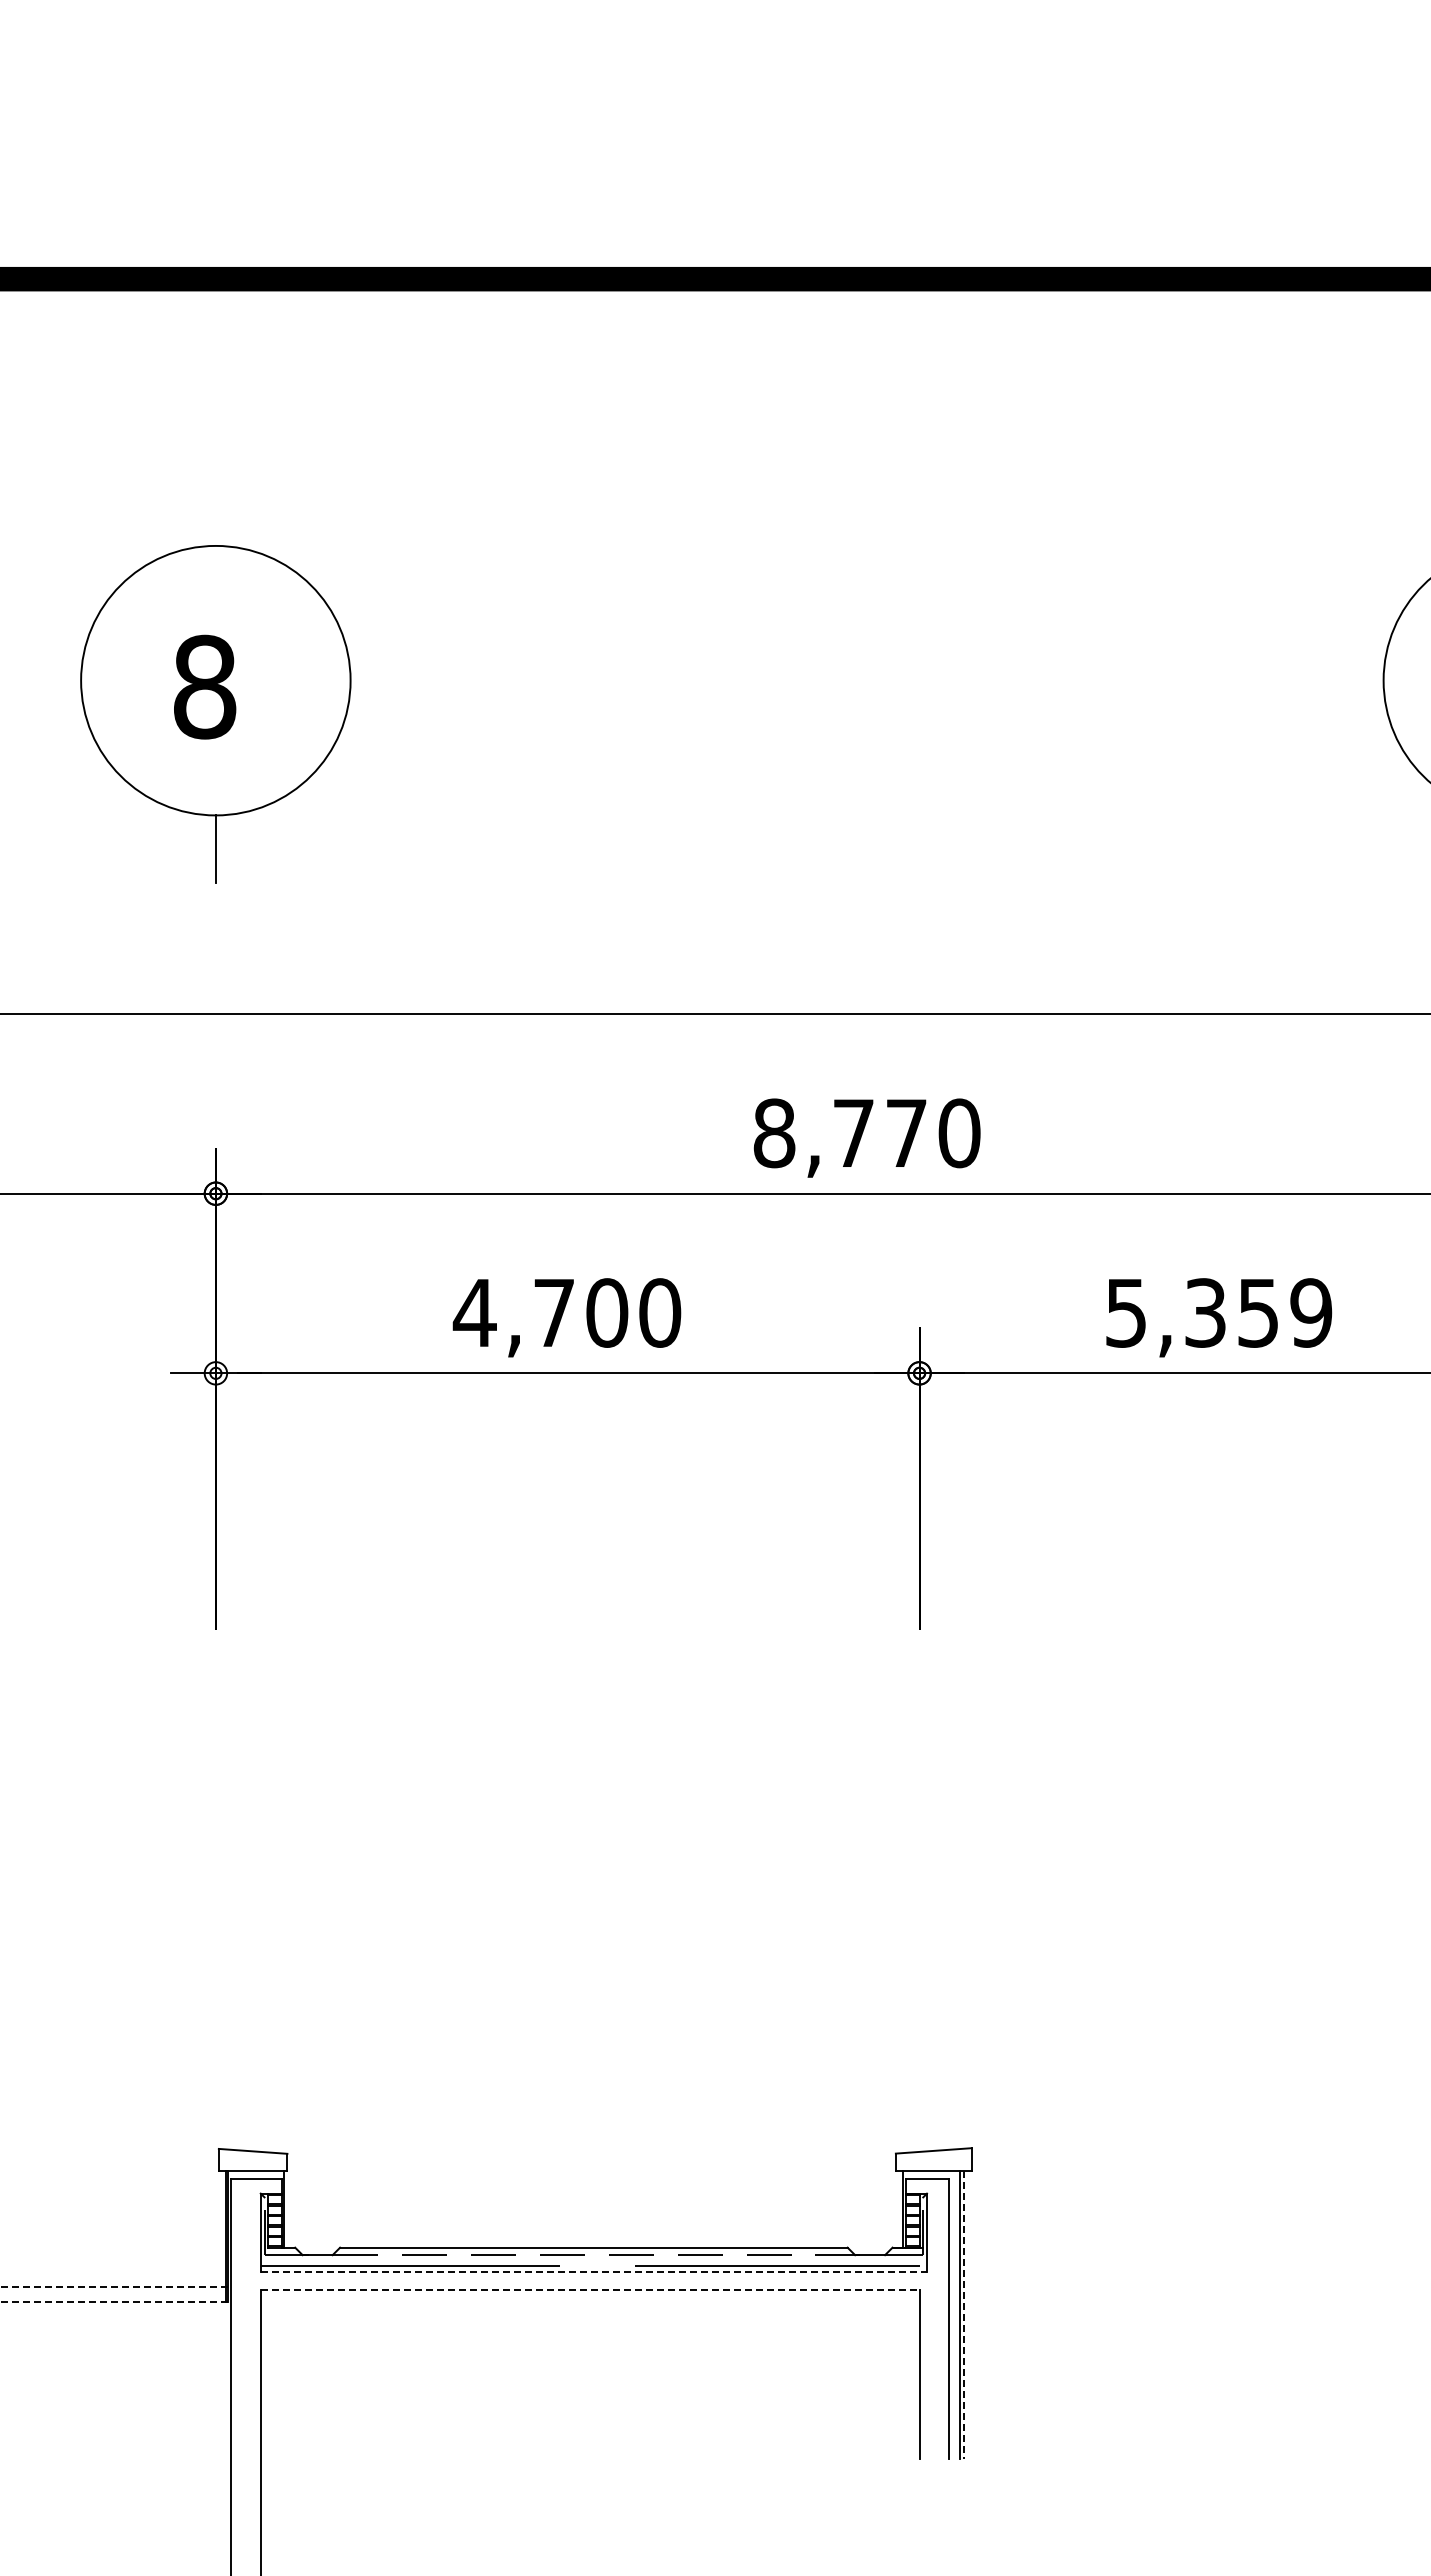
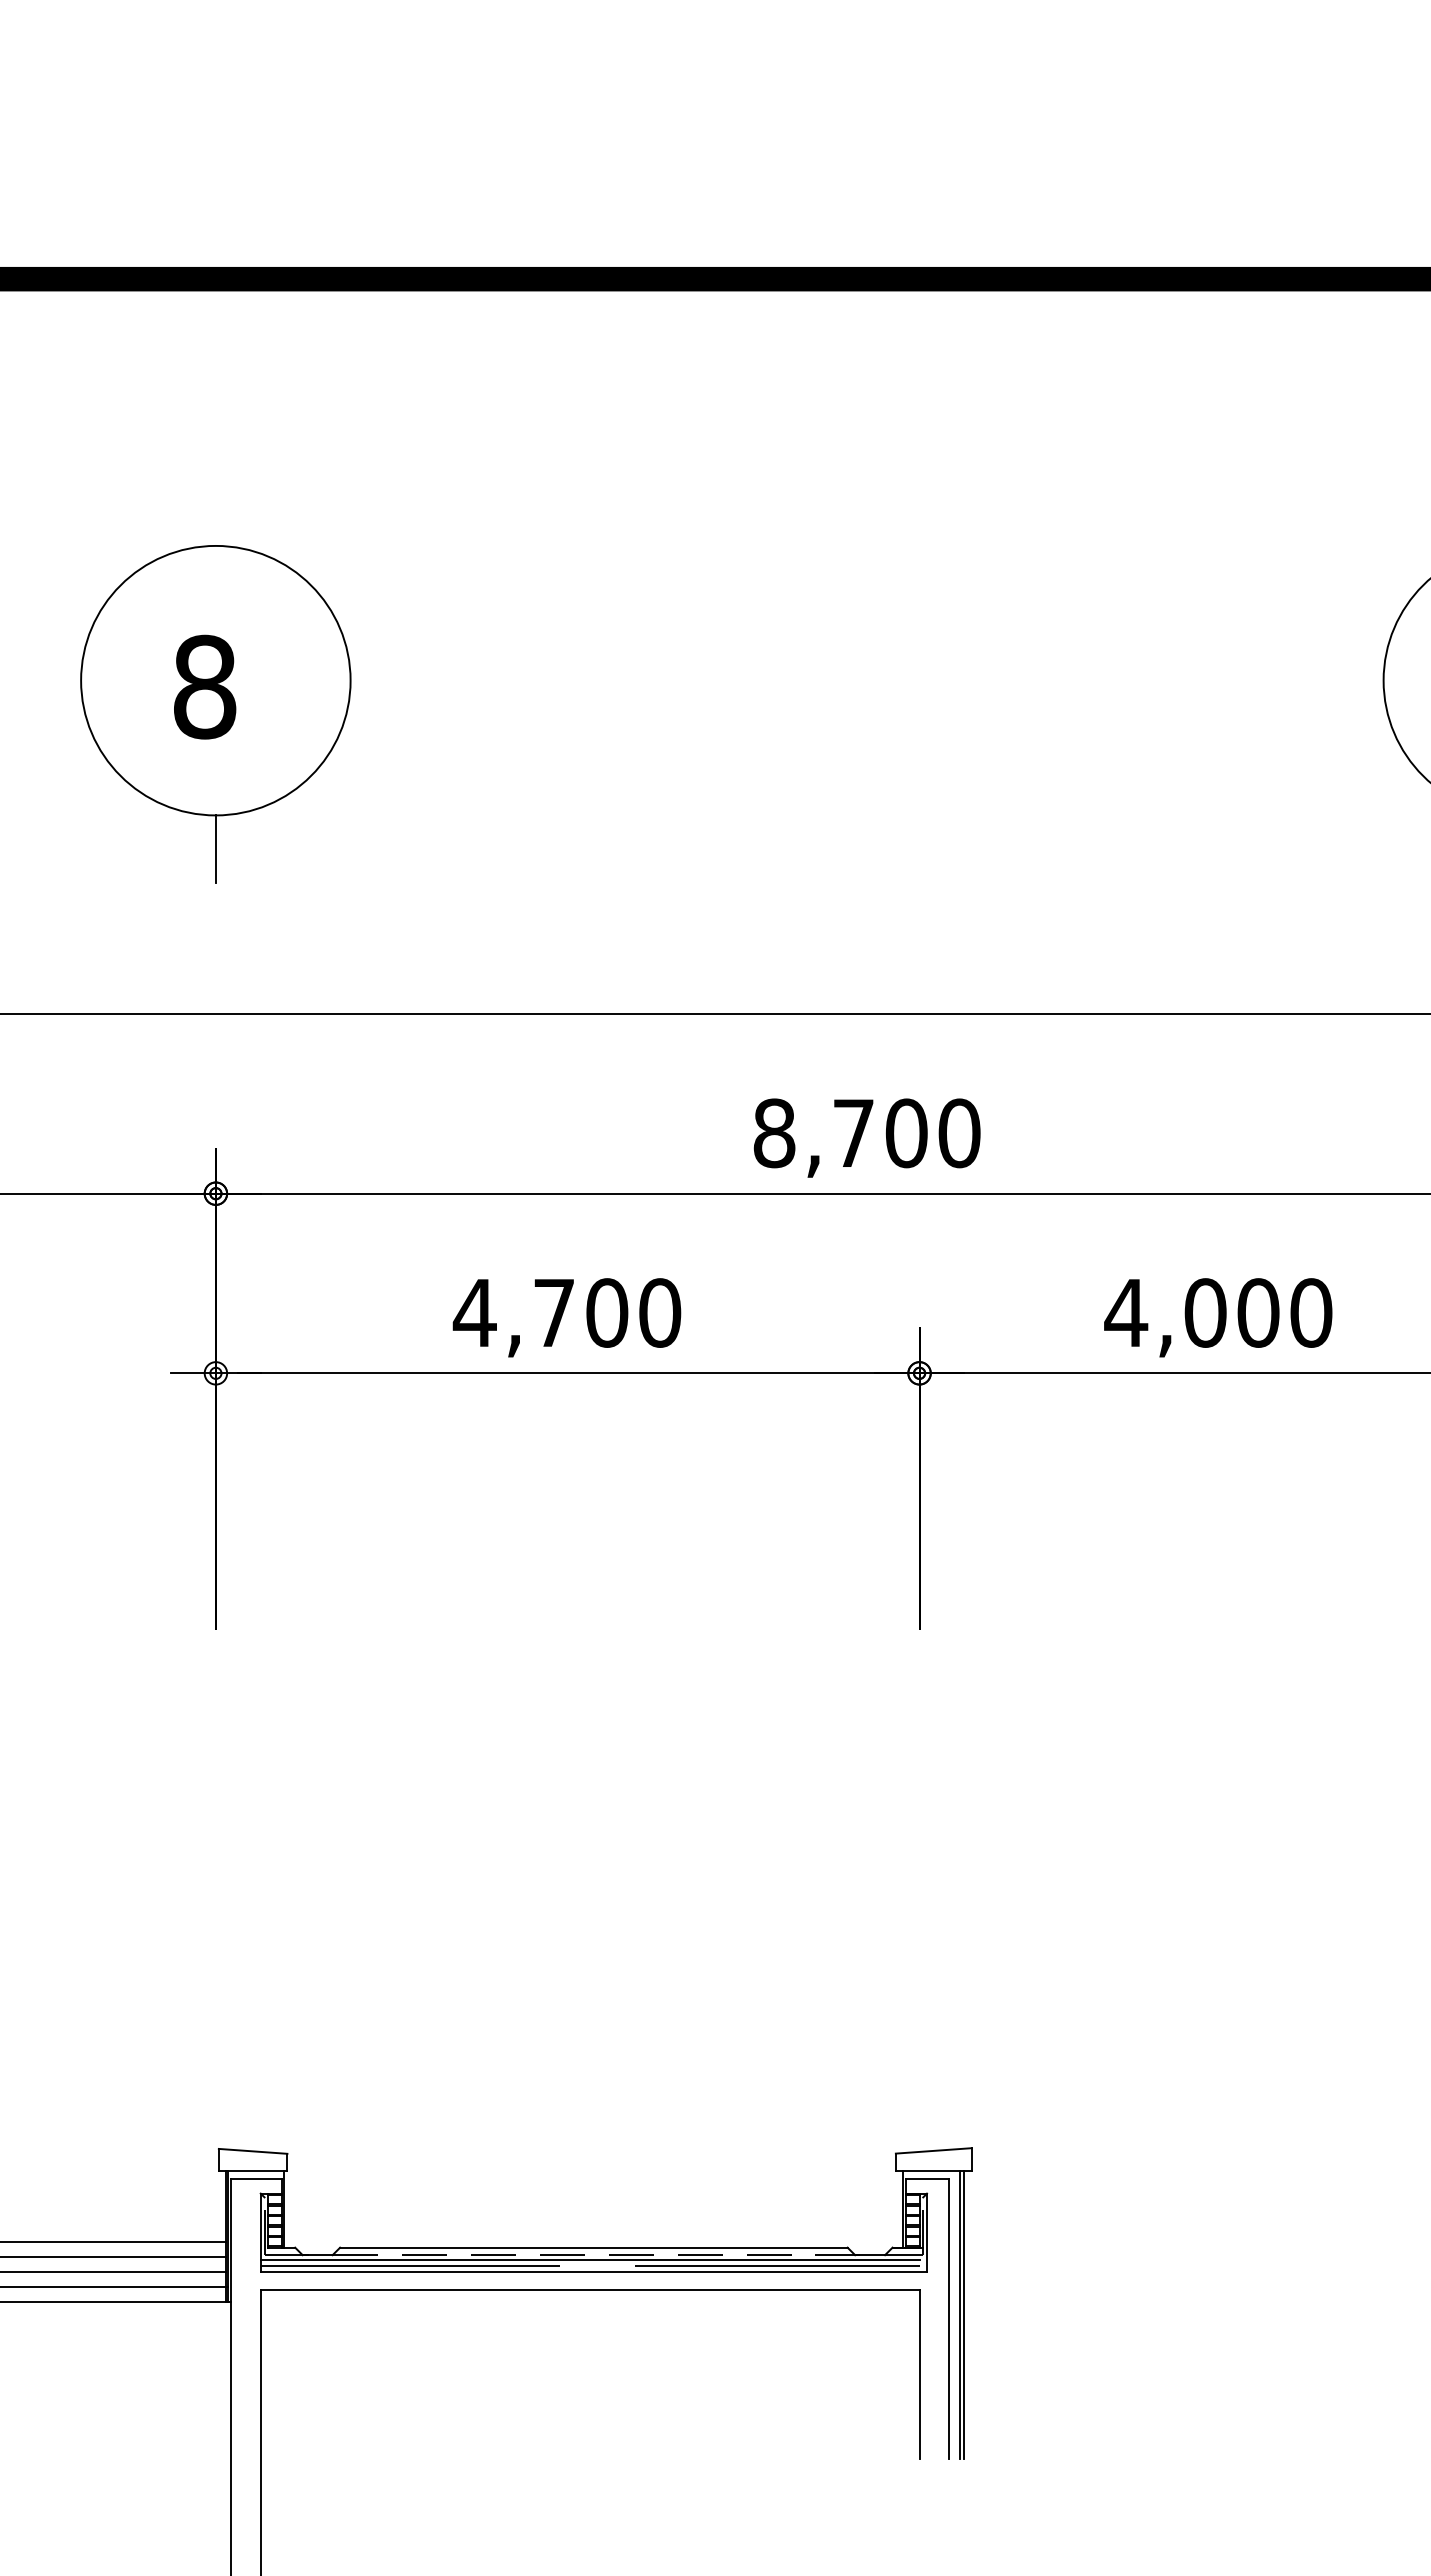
text at (906, 1133): 8,770 -> 8,700
text at (1218, 1312): 5,359 -> 4,000
line at (114, 2241): none -> present
line at (114, 2256): none -> present
line at (589, 2259): none -> present
line at (114, 2271): none -> present
line at (594, 2271): dashed -> solid
line at (114, 2286): dashed -> solid
line at (590, 2289): dashed -> solid
line at (115, 2301): dashed -> solid
line at (964, 2314): dashed -> solid
